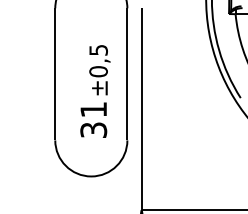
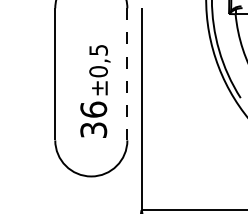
line at (127, 74): solid -> dashed
text at (93, 109): 31 -> 36
